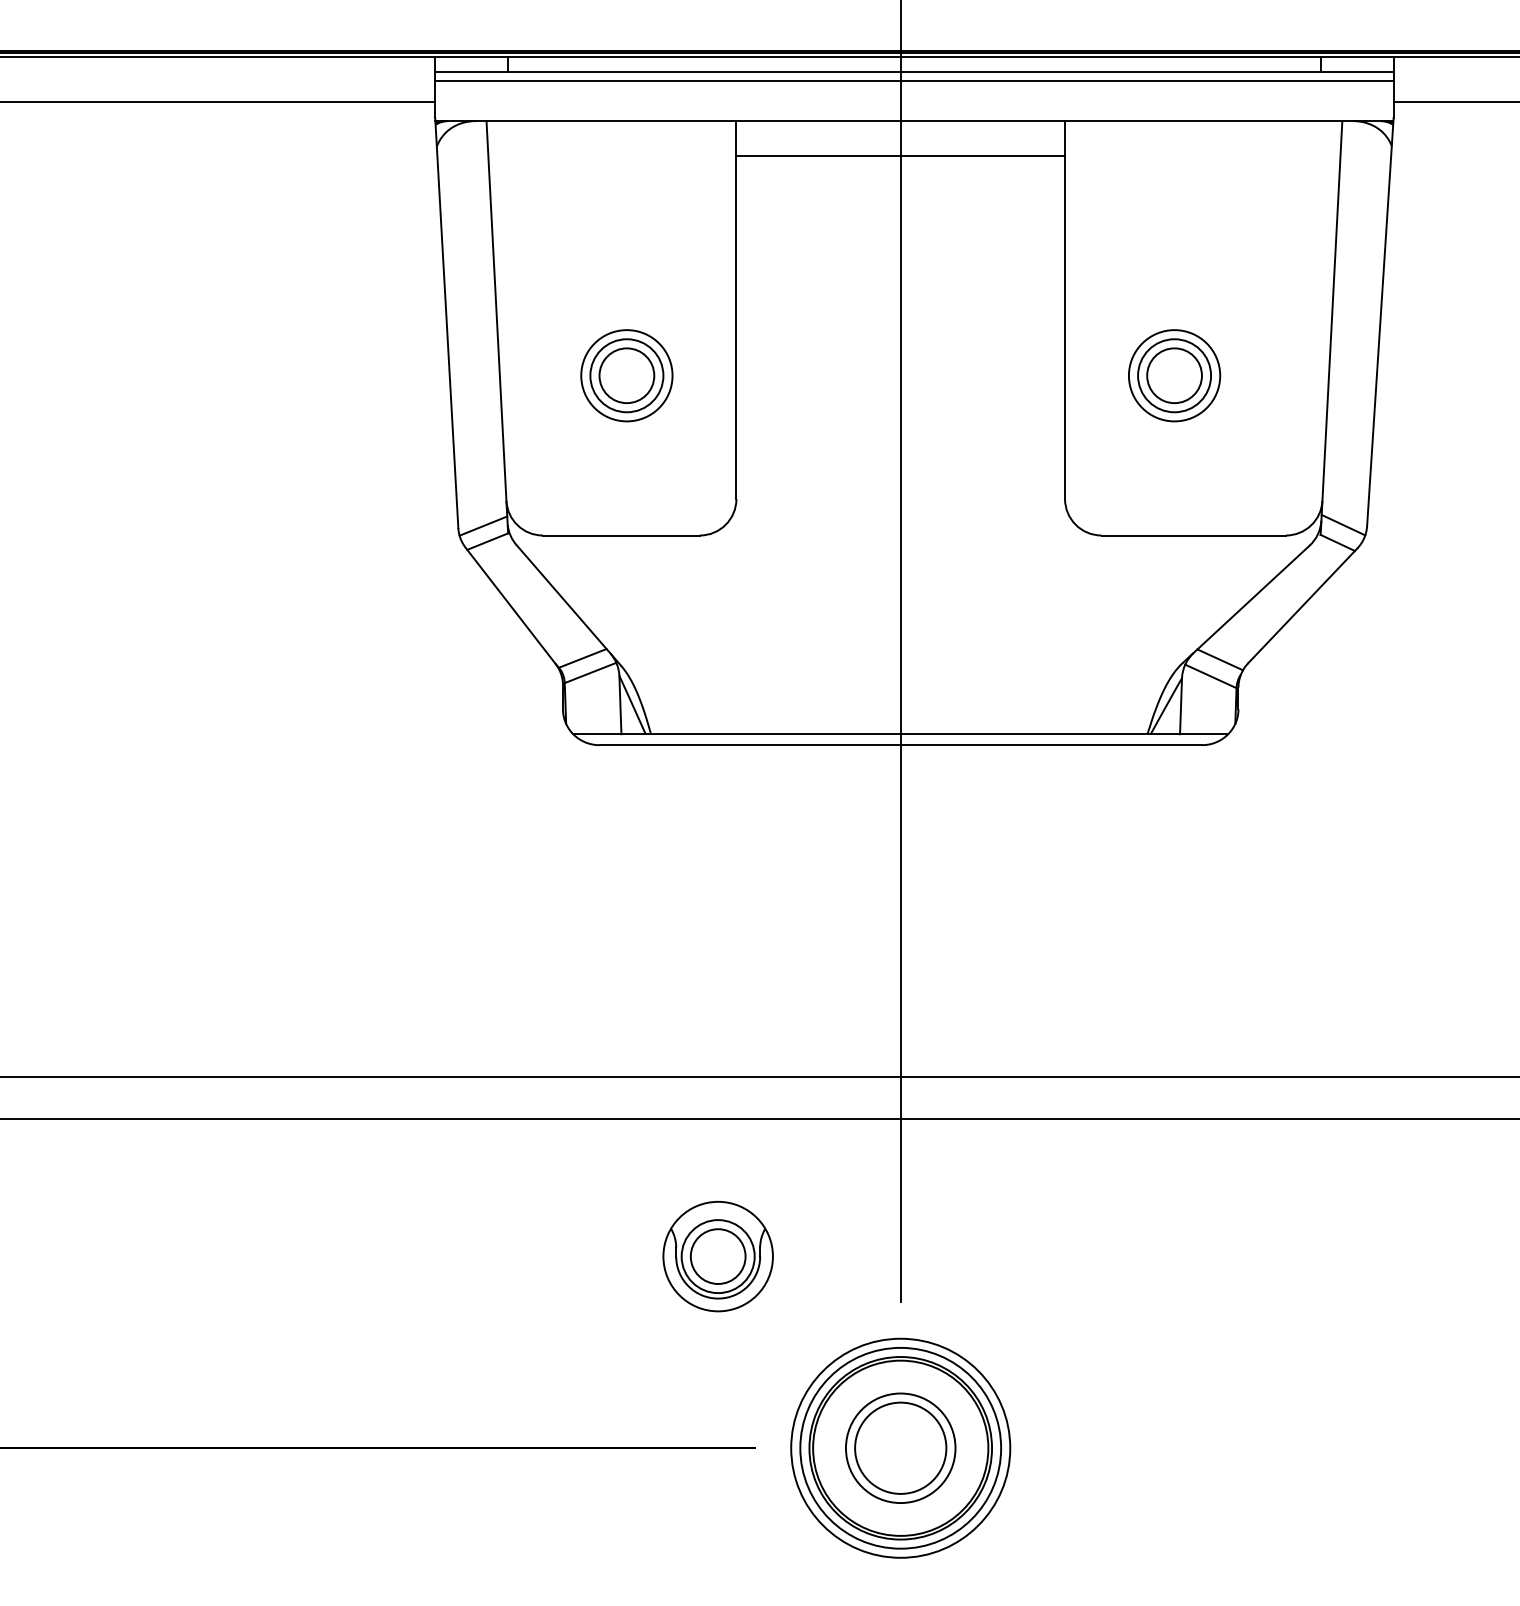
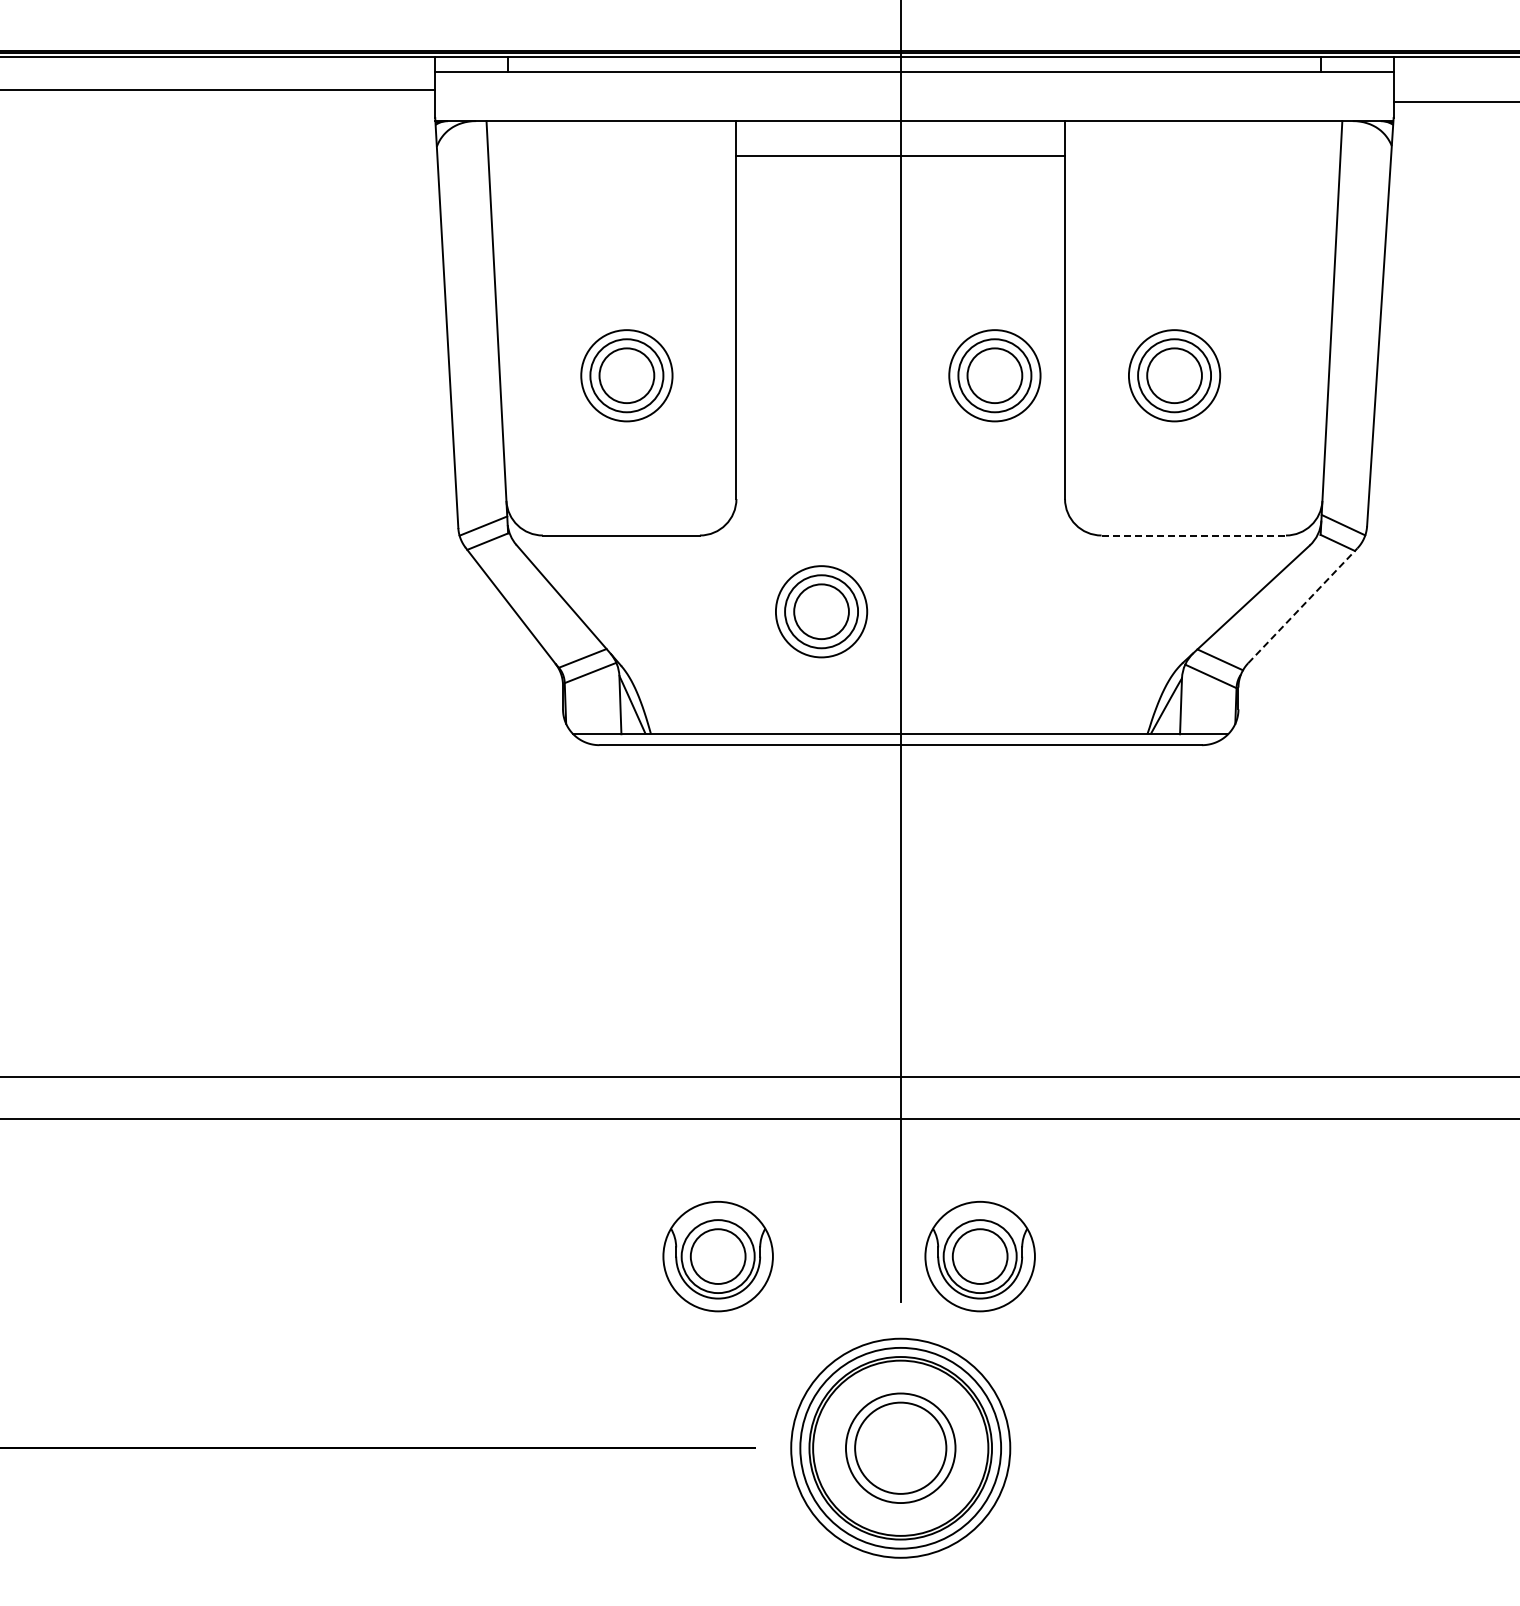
line at (914, 80): present -> none
line at (218, 101) position: (218, 101) -> (218, 89)
part at (994, 375): none -> present
line at (1194, 535): solid -> dashed
line at (1303, 605): solid -> dashed
part at (821, 611): none -> present
part at (979, 1256): none -> present
